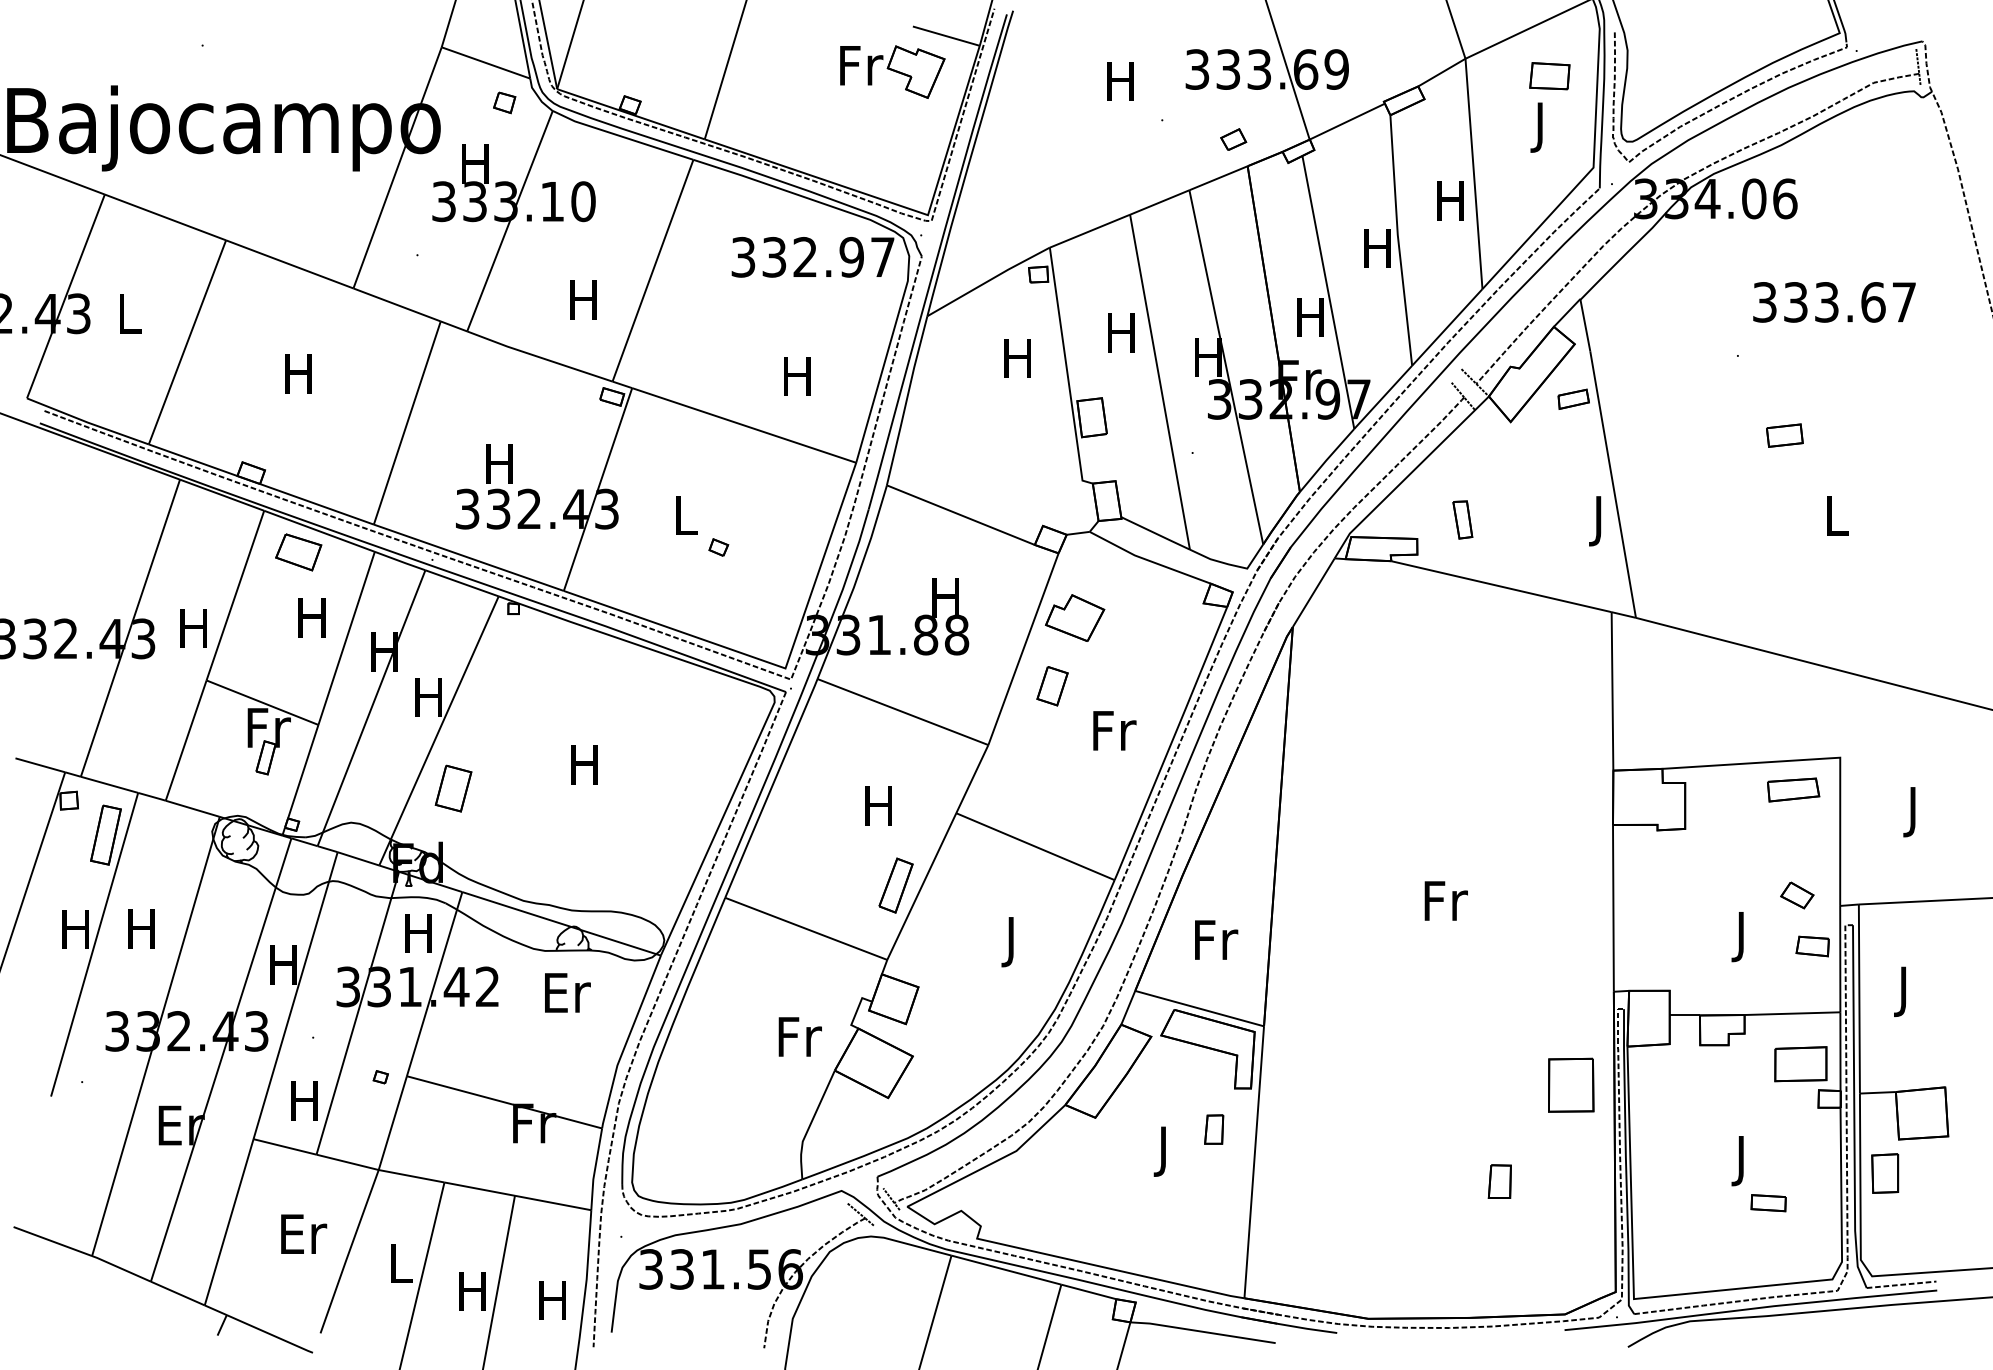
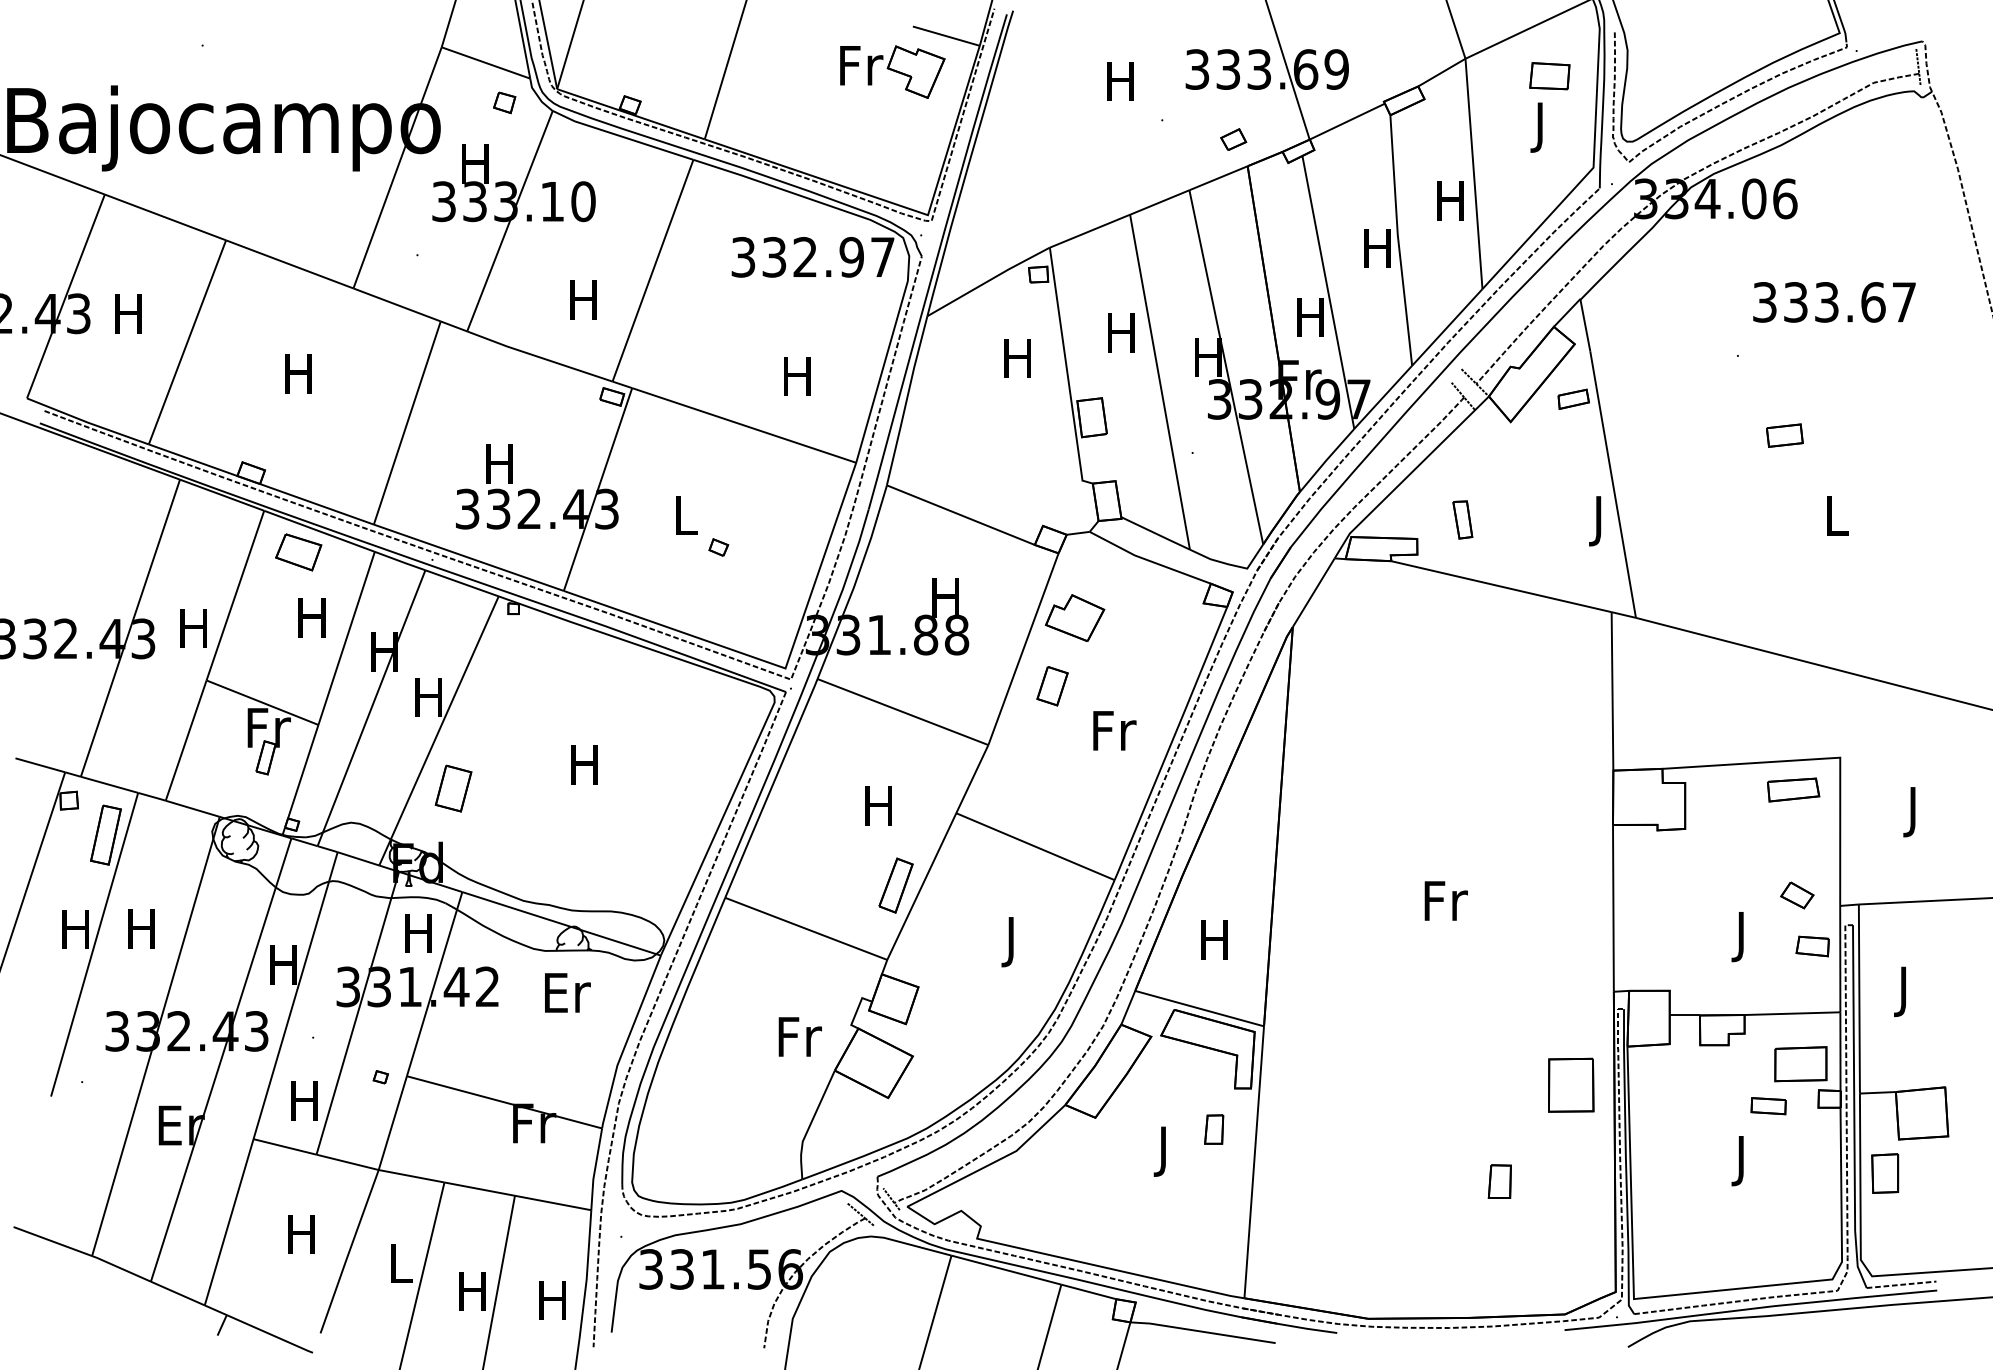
text at (128, 313): L -> H
text at (1216, 939): Fr -> H
part at (1768, 1203) position: (1768, 1203) -> (1768, 1106)
text at (304, 1233): Er -> H
